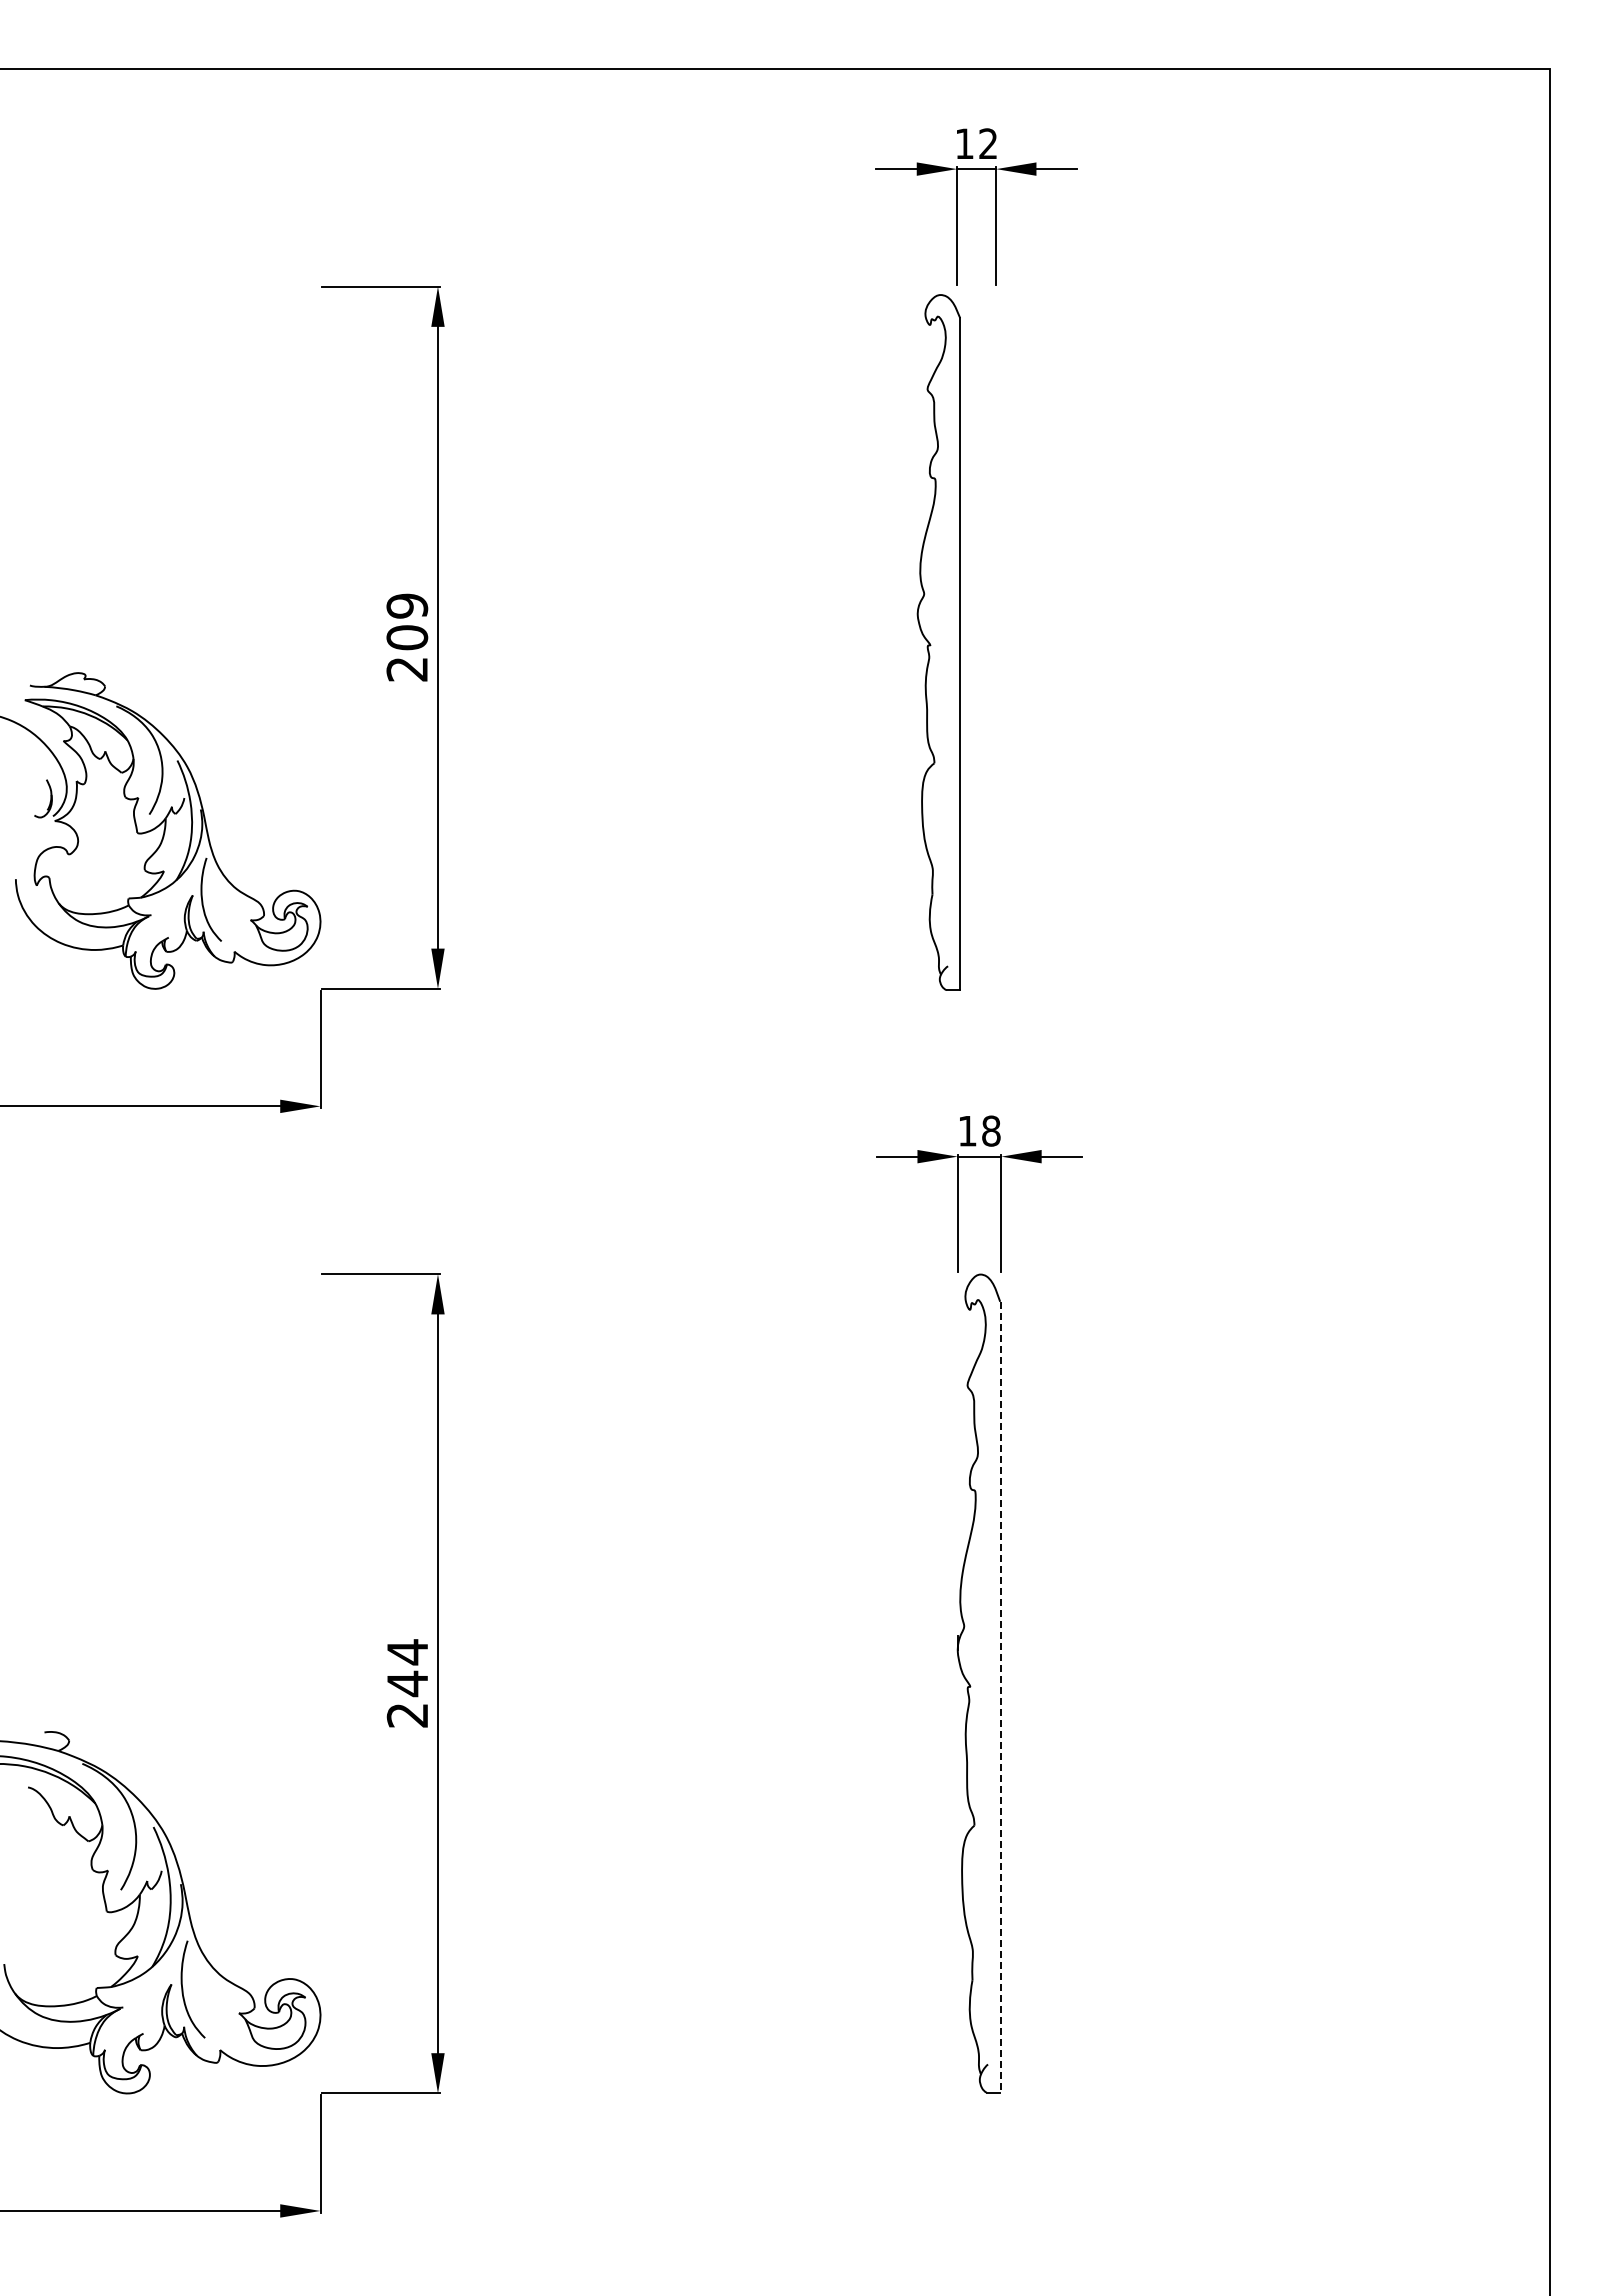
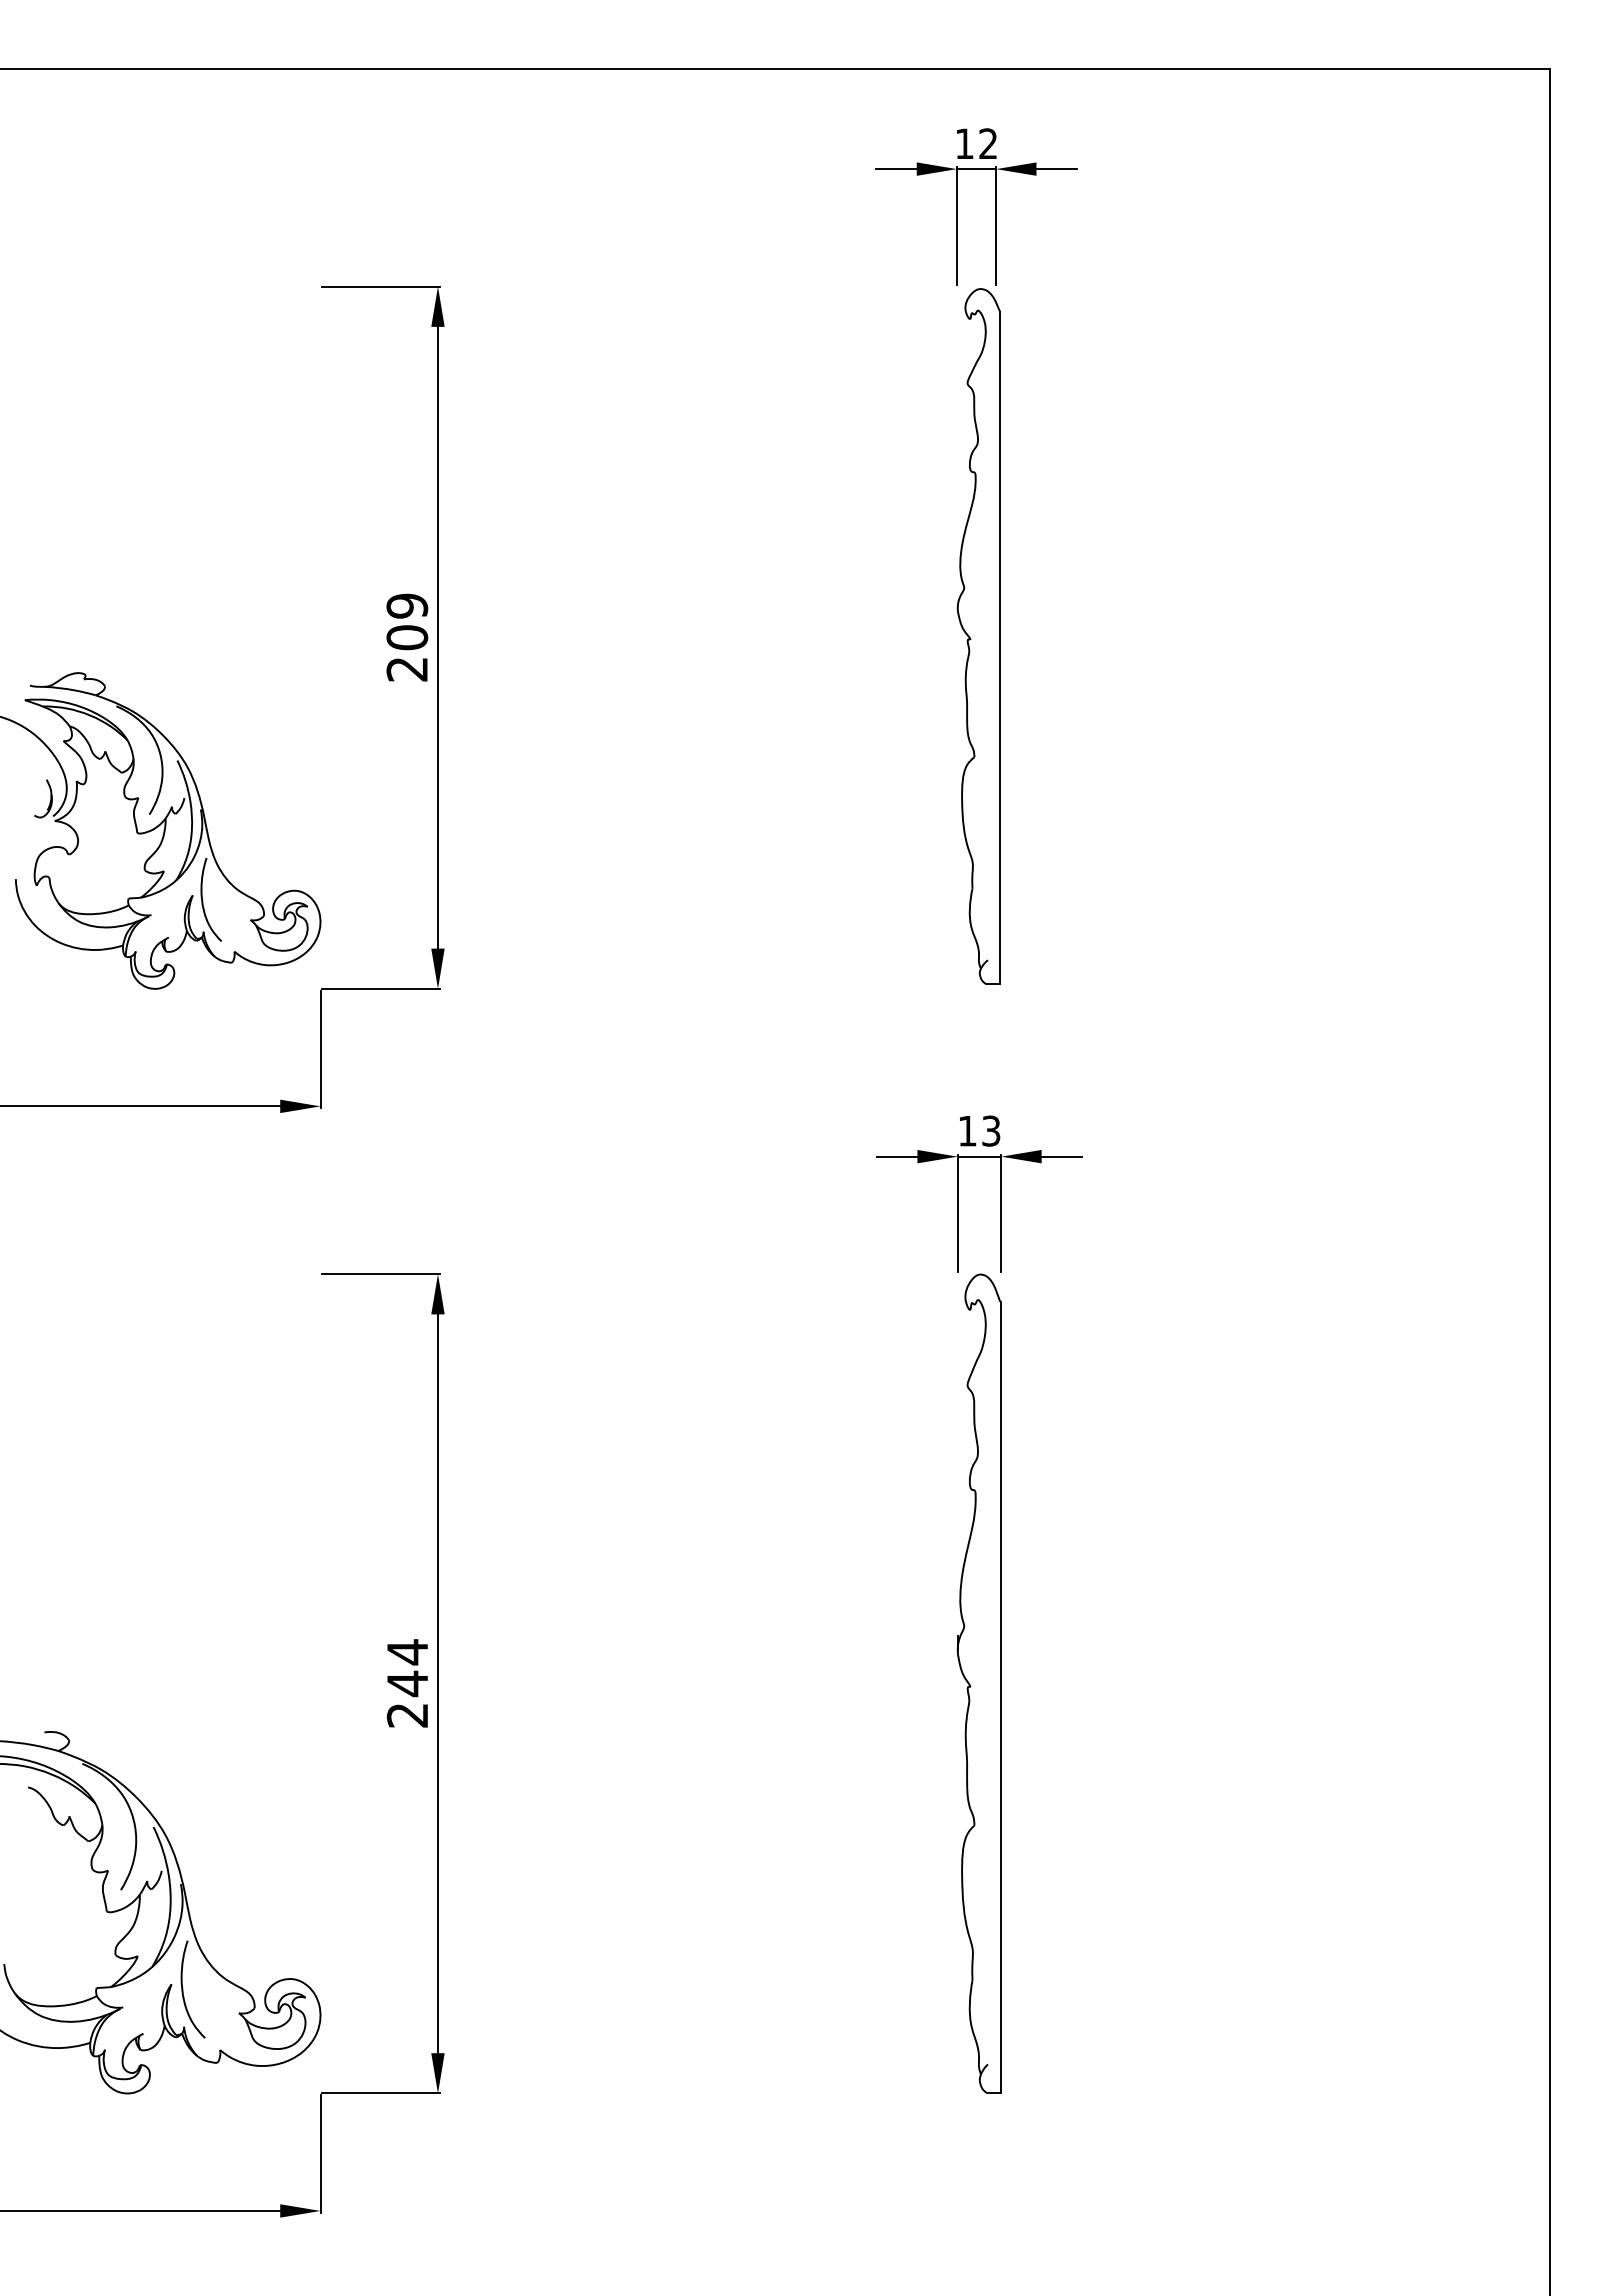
part at (938, 642) position: (938, 642) -> (978, 636)
text at (991, 1130): 18 -> 13
line at (1001, 1697): dashed -> solid
